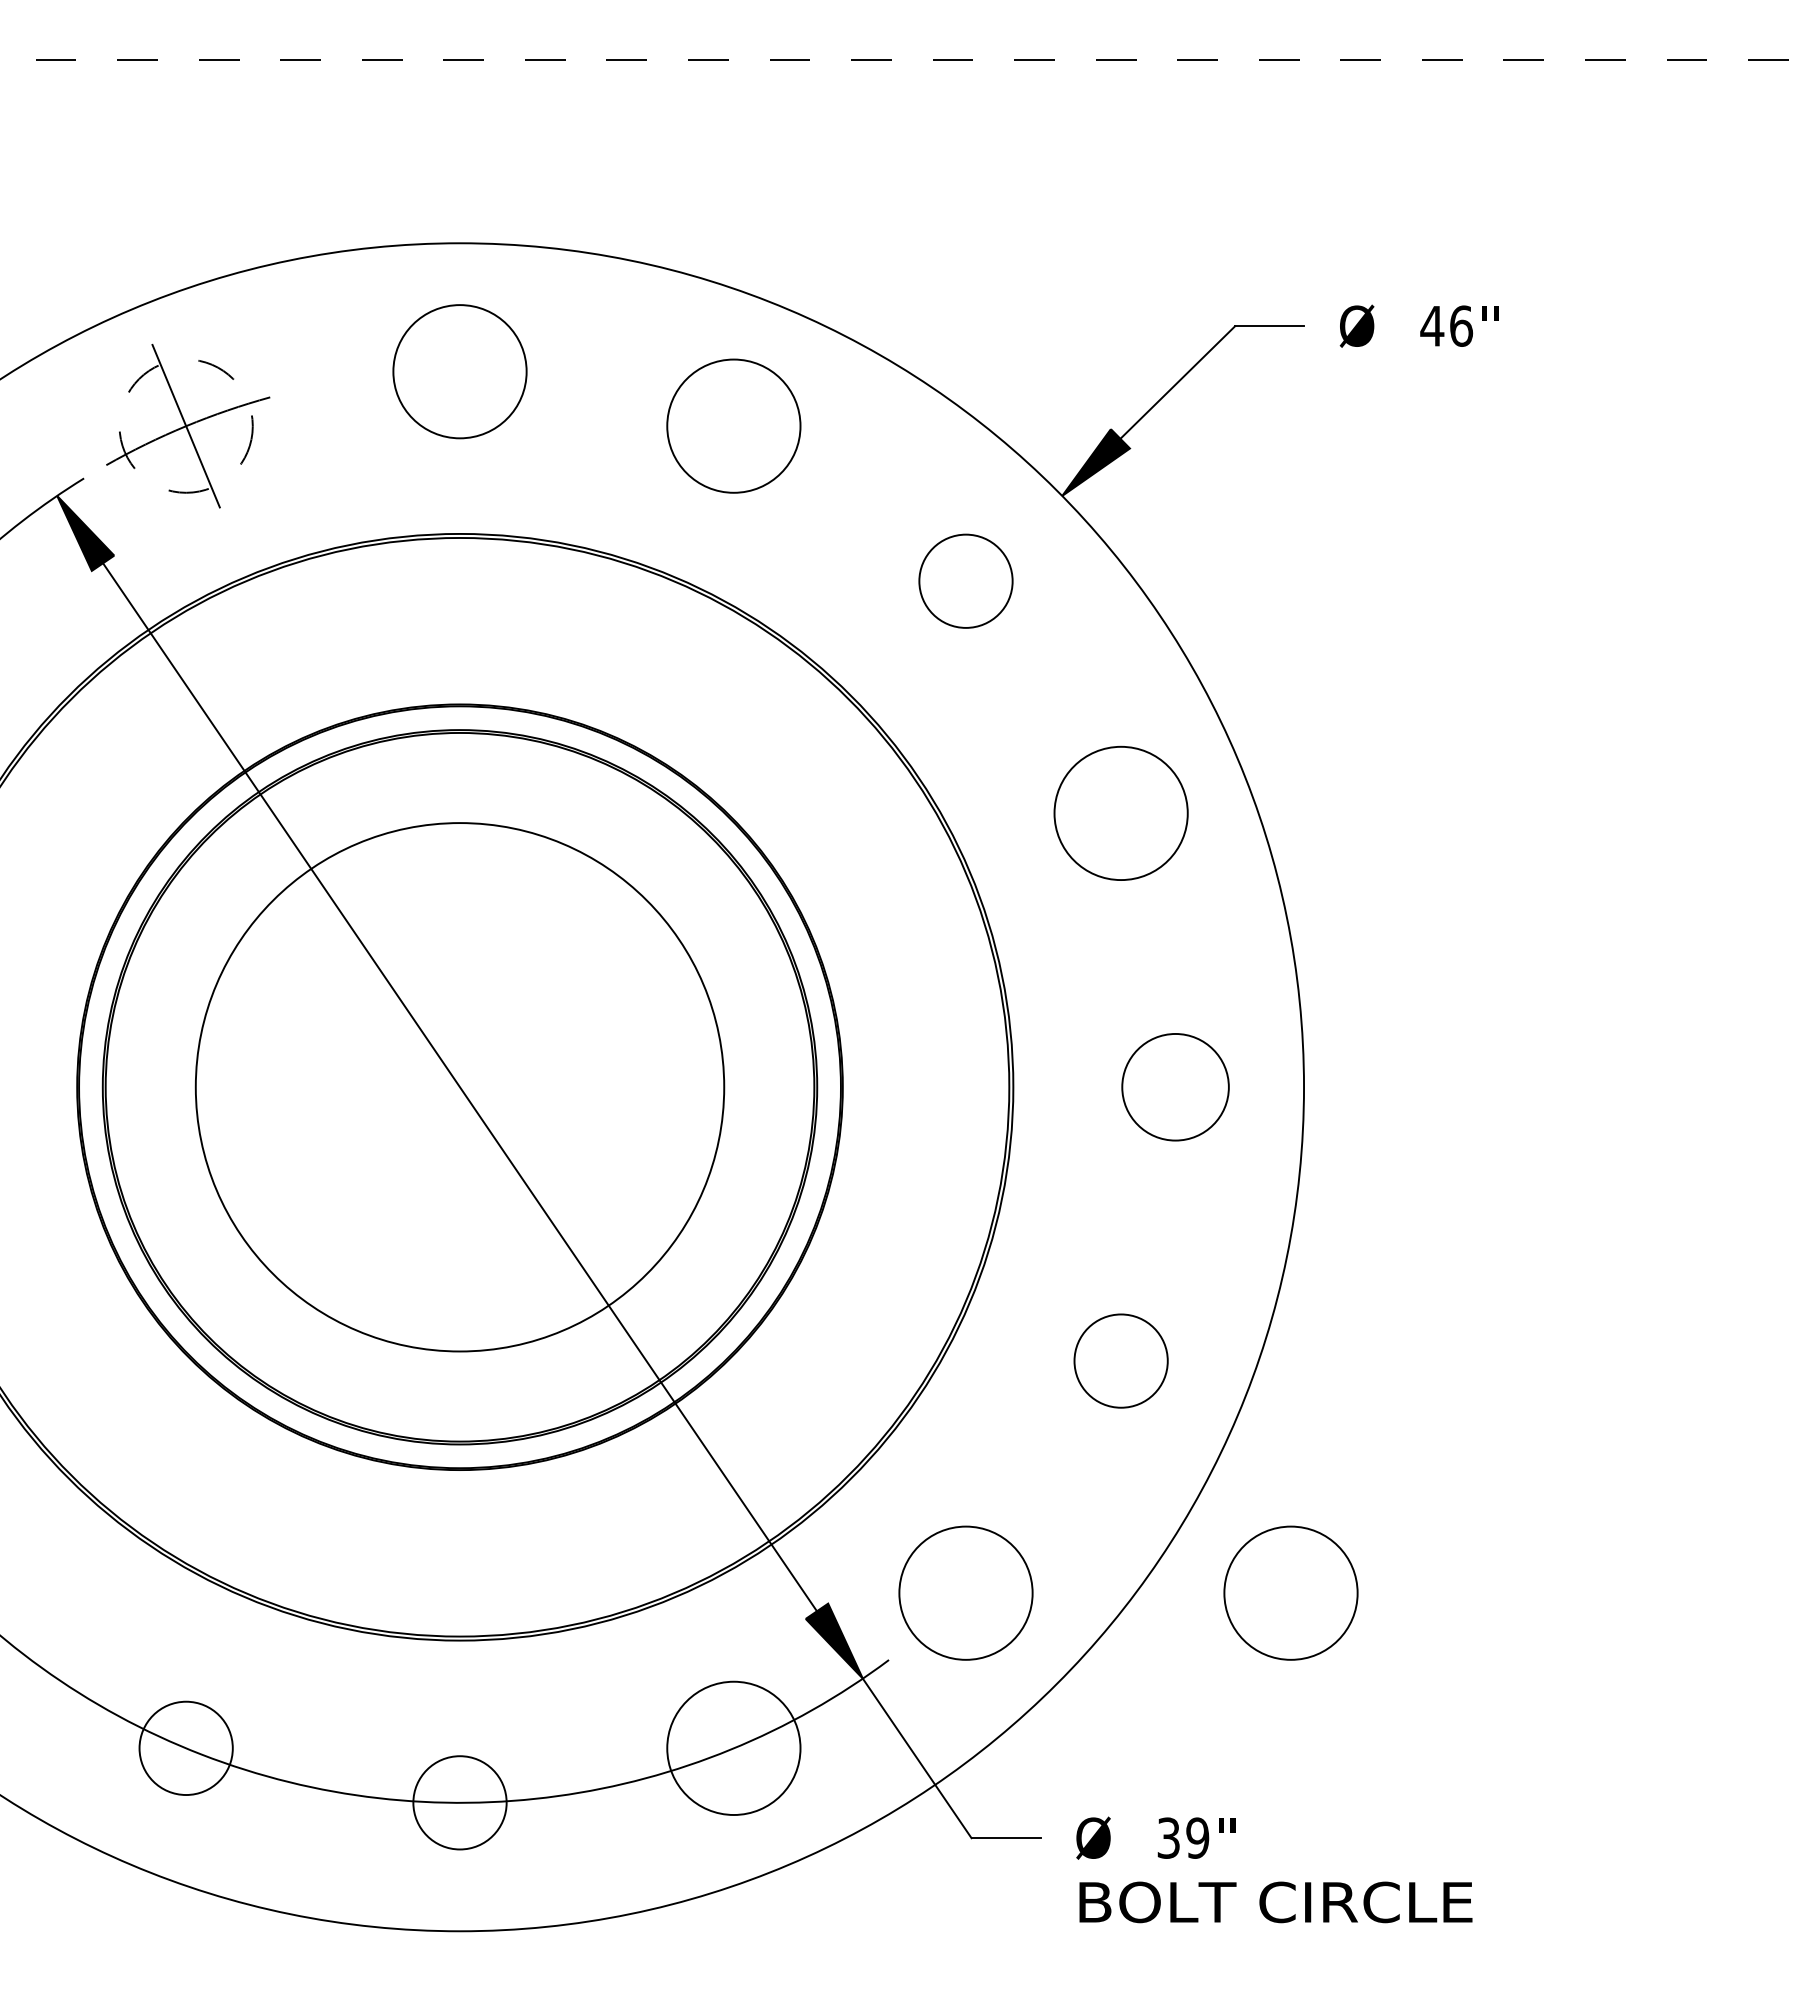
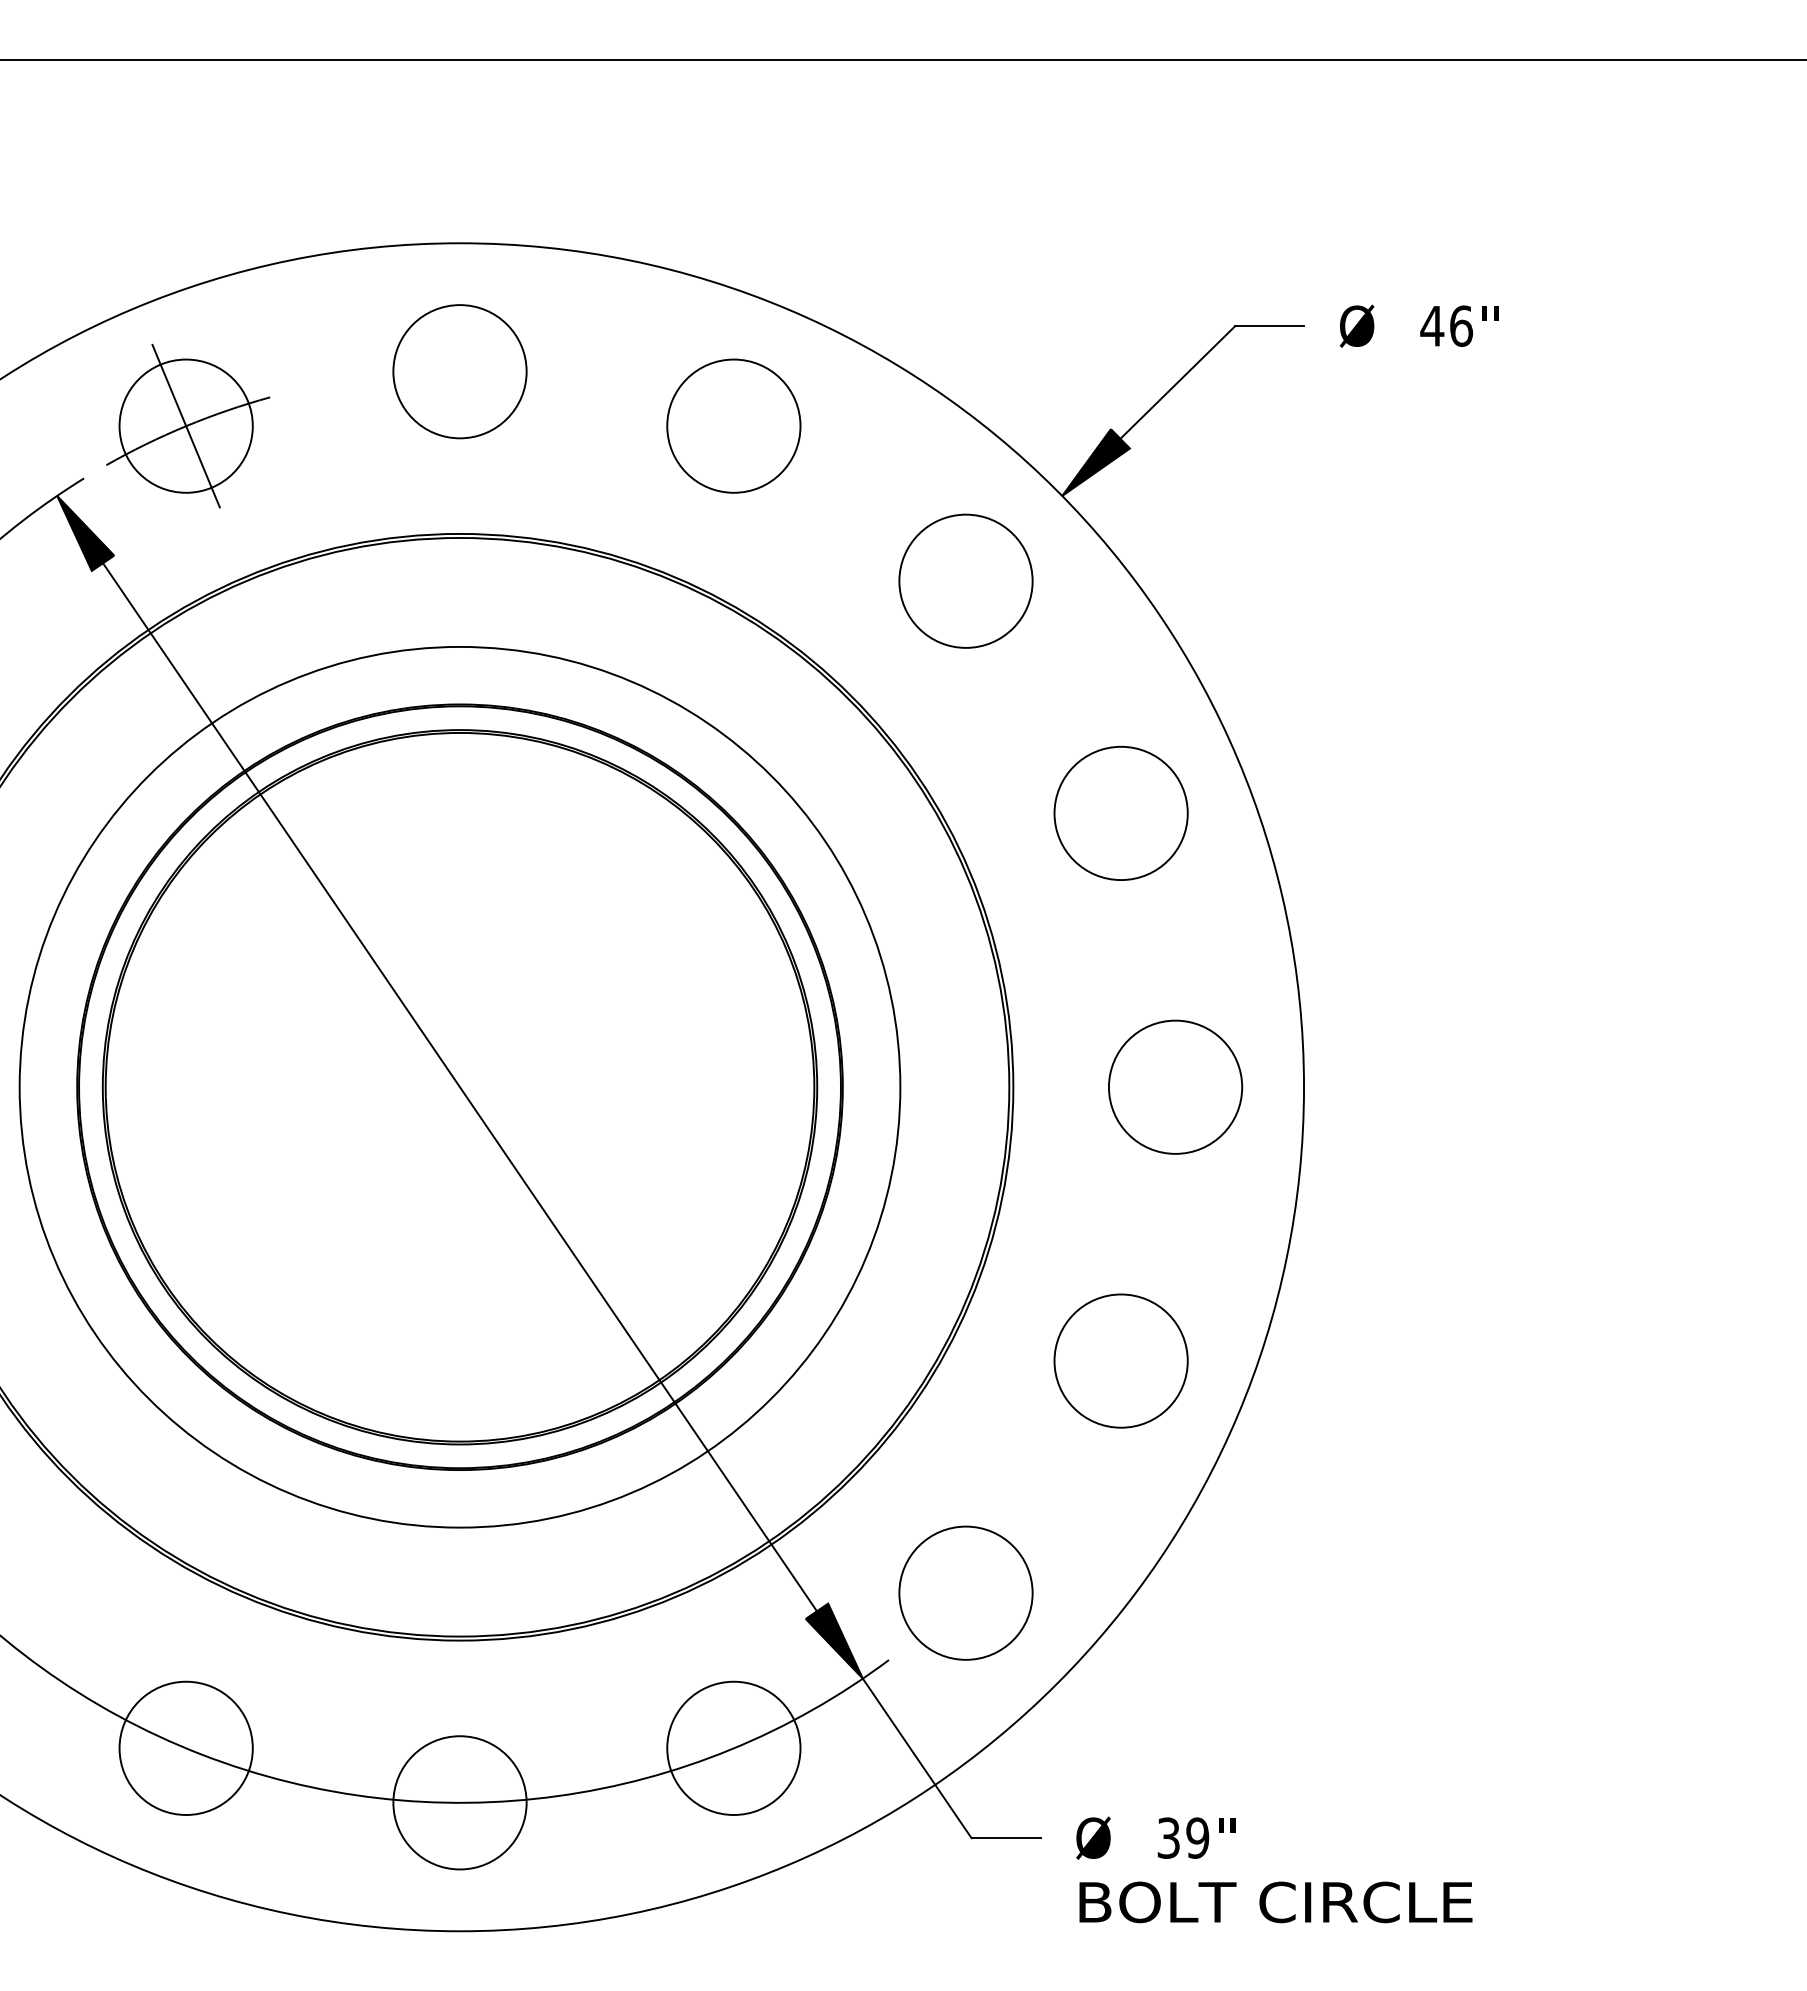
line at (903, 59): dashed -> solid
circle at (185, 425): dashed -> solid
circle at (965, 580) diameter: 93 px -> 133 px
circle at (1175, 1086) diameter: 107 px -> 133 px
circle at (459, 1087) diameter: 528 px -> 881 px
circle at (1120, 1360) diameter: 93 px -> 133 px
circle at (1290, 1592): present -> none
circle at (185, 1748) diameter: 93 px -> 133 px
circle at (459, 1802) diameter: 93 px -> 133 px
